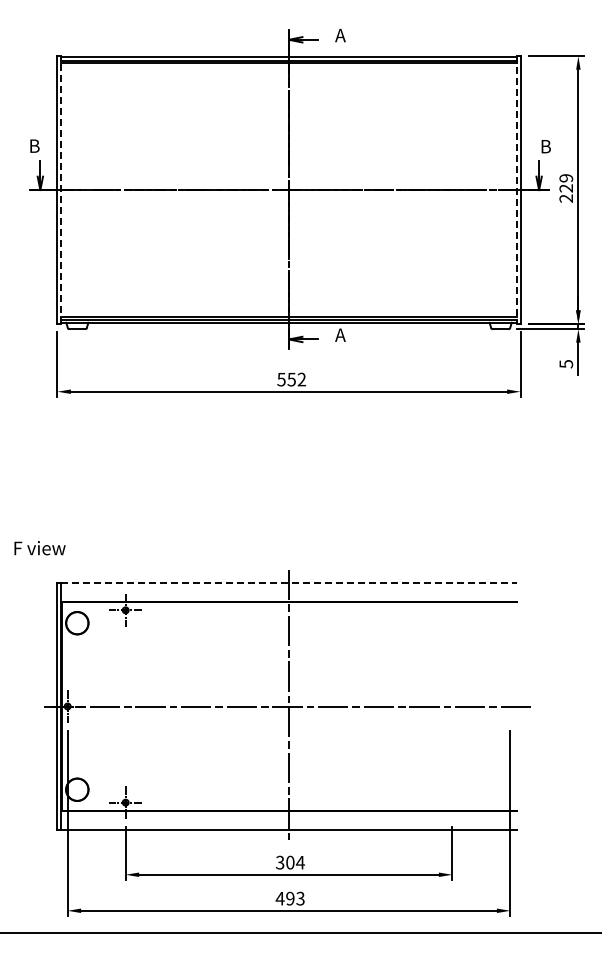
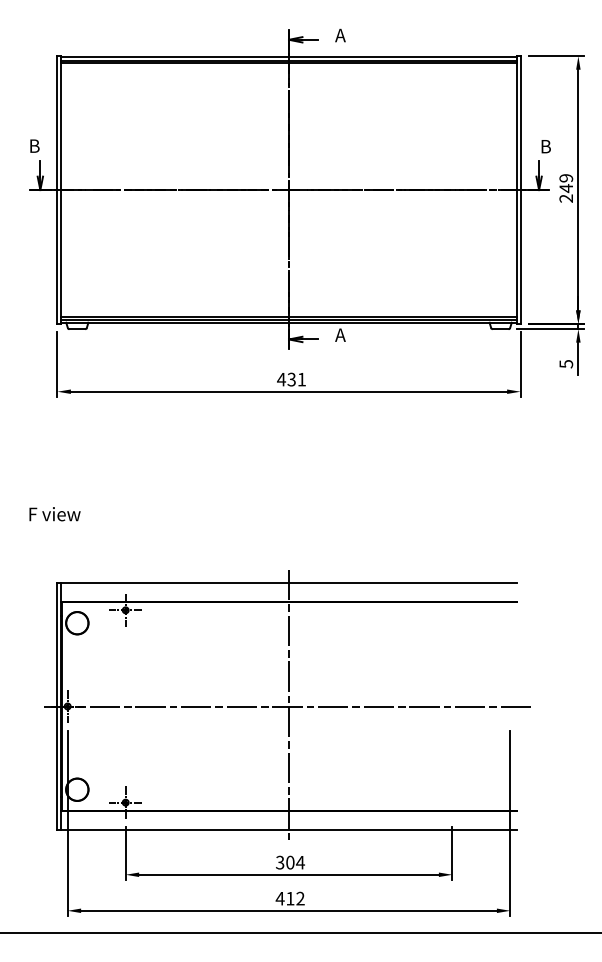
text at (565, 188): 229 -> 249
line at (61, 190): dashed -> solid
line at (516, 190): dashed -> solid
text at (291, 379): 552 -> 431
text at (39, 548) position: (39, 548) -> (54, 514)
line at (289, 583): dashed -> solid
text at (295, 898): 493 -> 412
